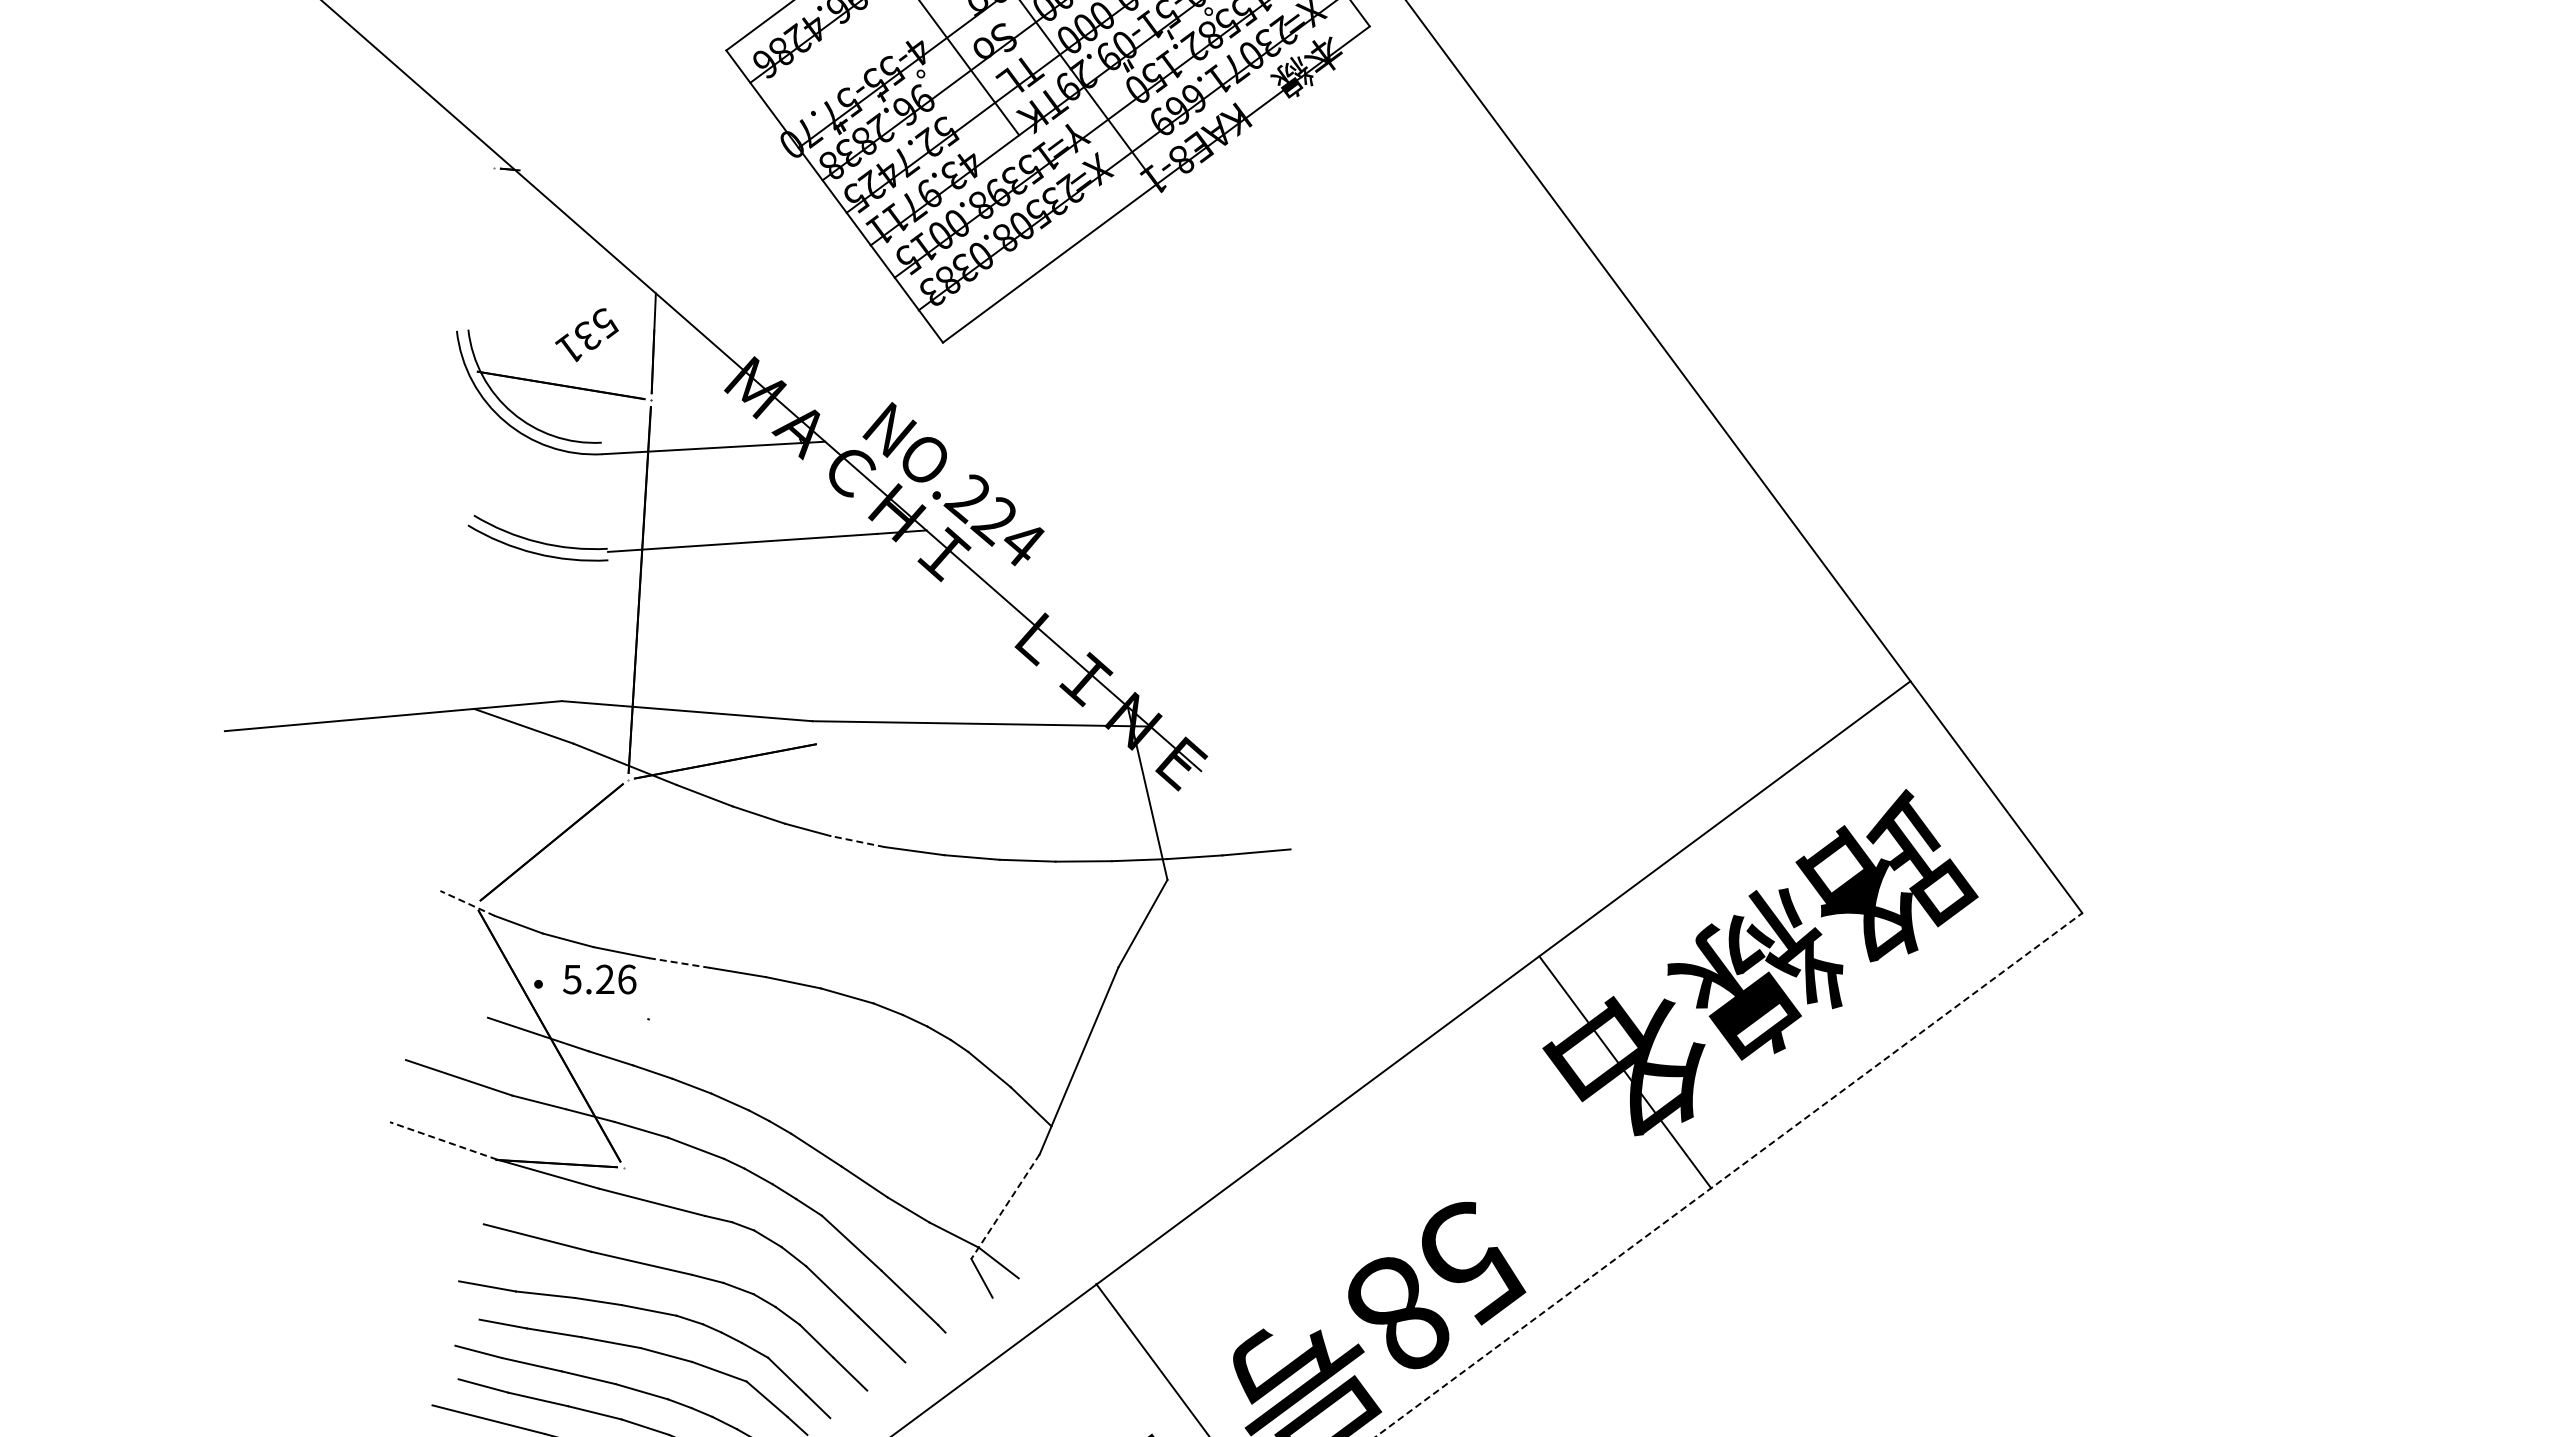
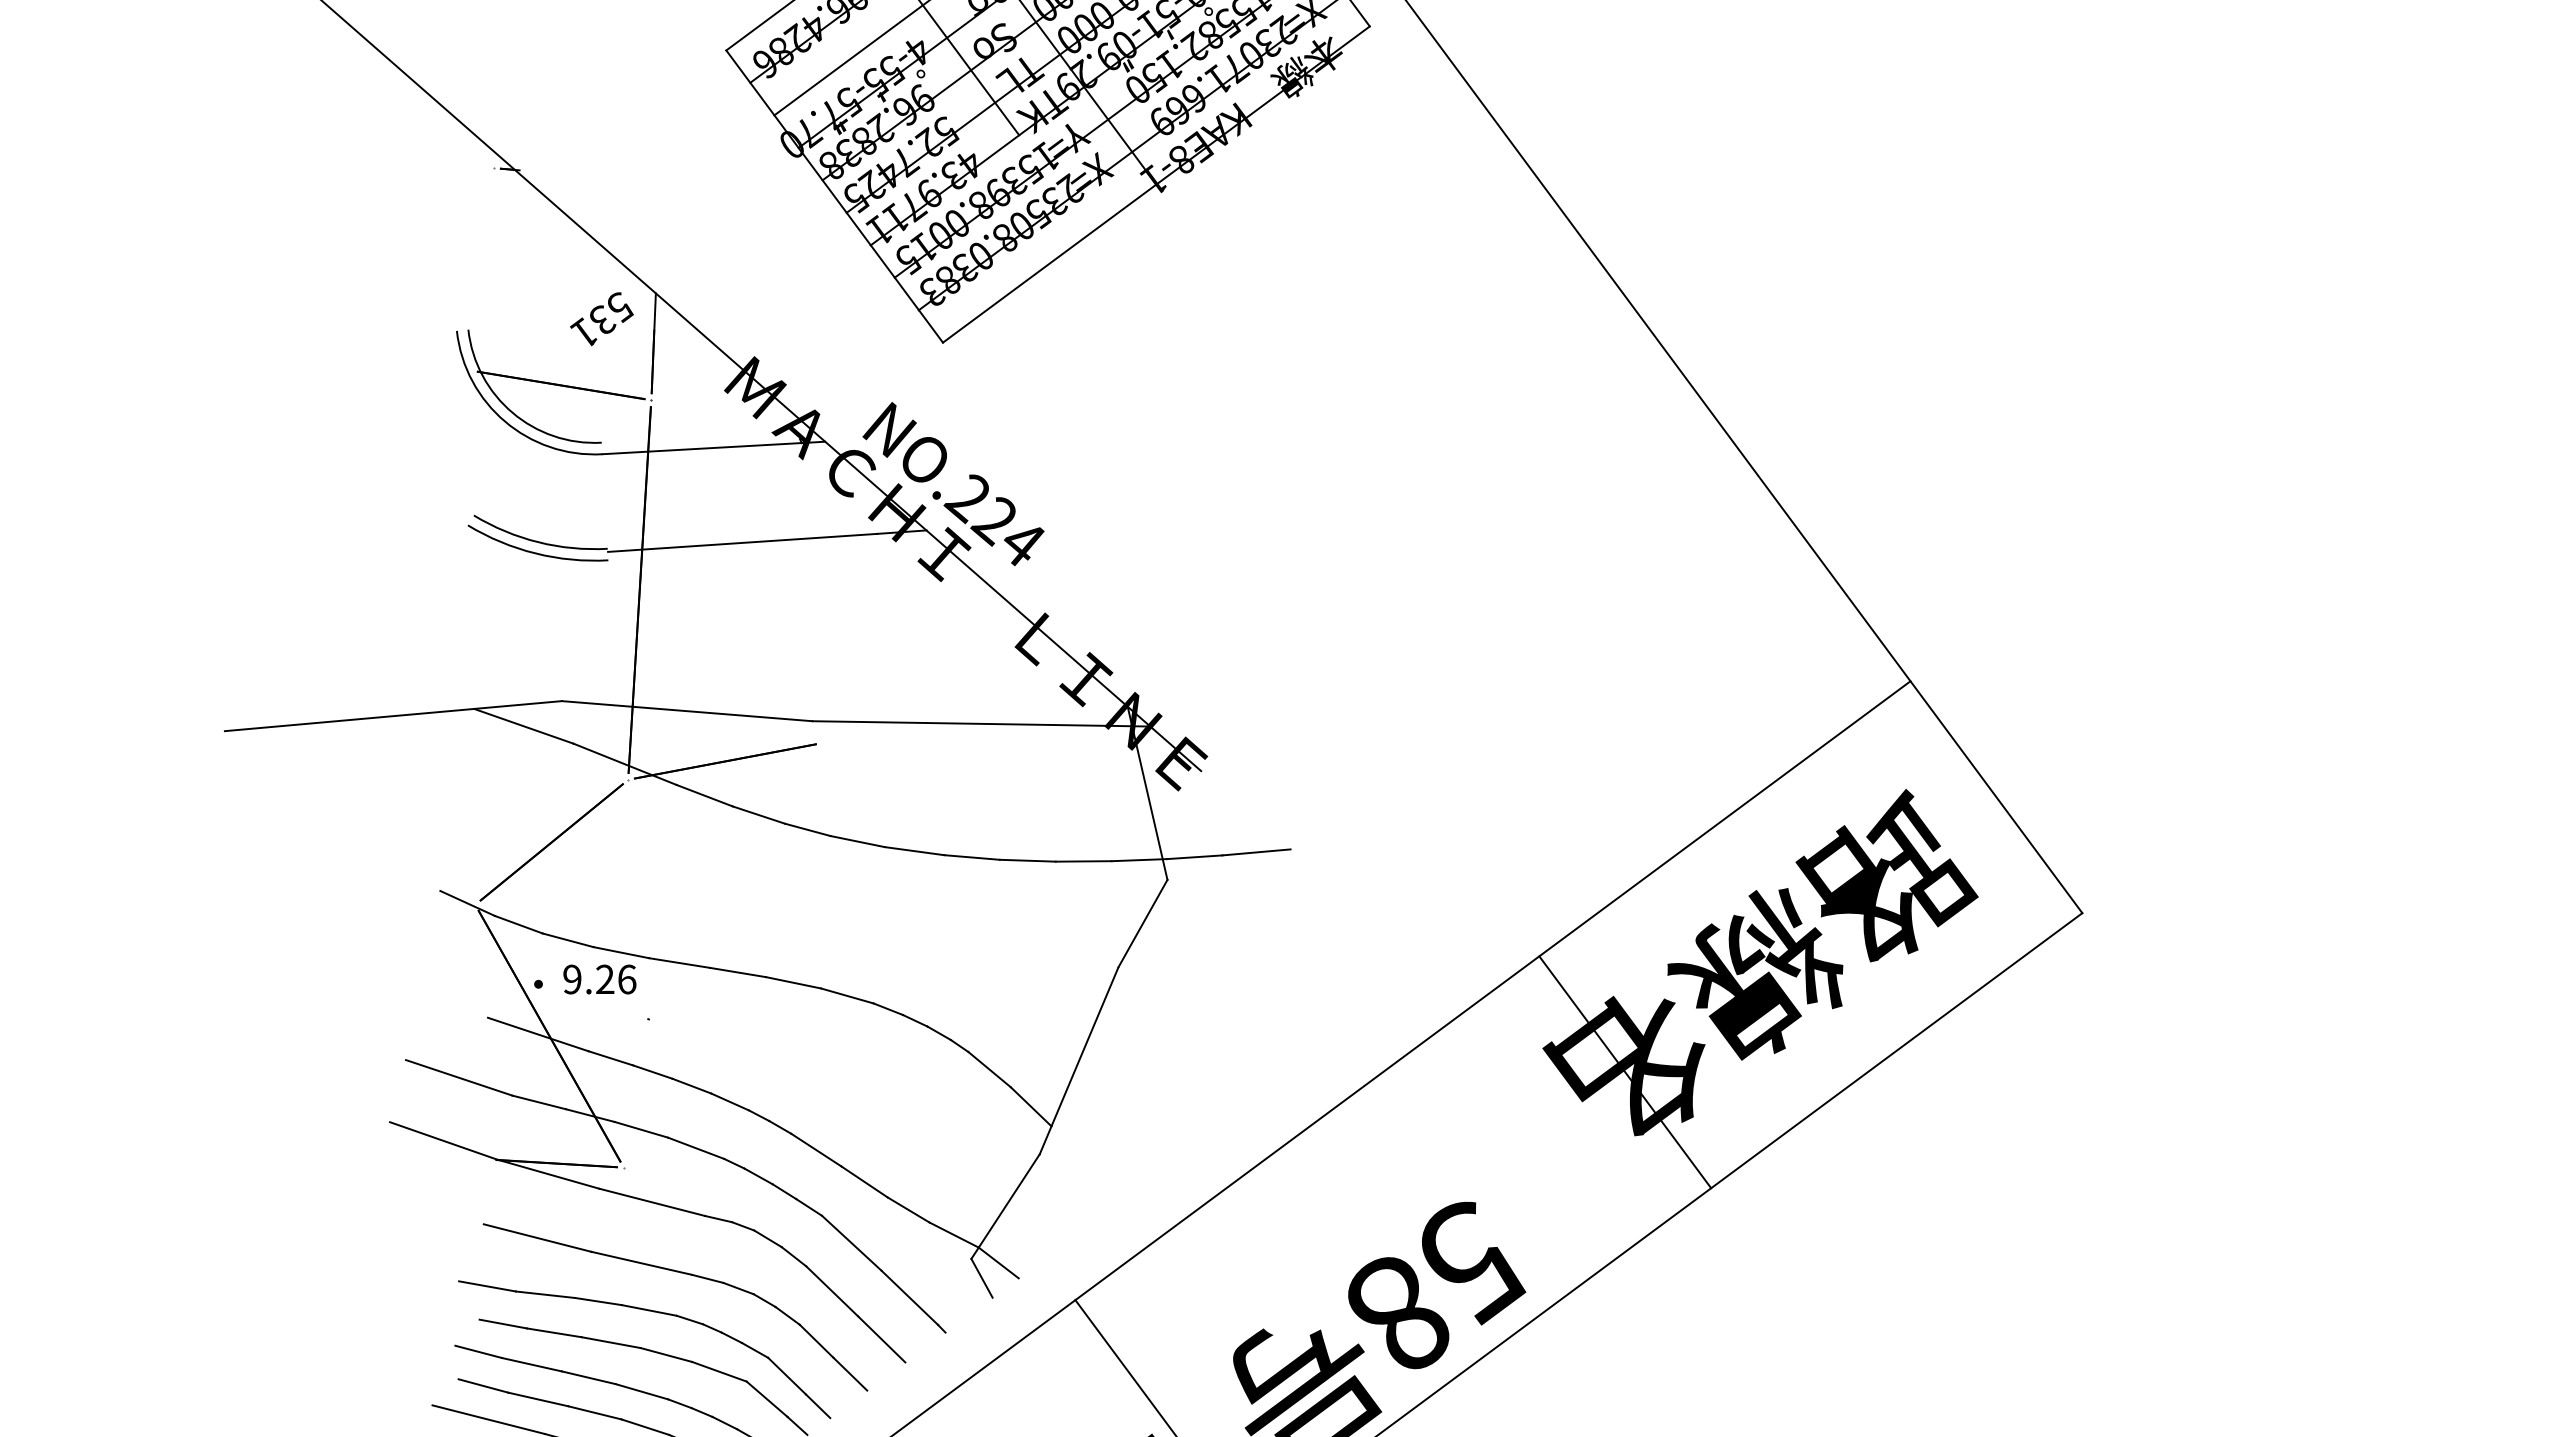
line at (850, 58): none -> present
text at (586, 335) position: (586, 335) -> (601, 319)
line at (857, 841): dashed -> solid
line at (467, 903): dashed -> solid
line at (679, 963): dashed -> solid
text at (572, 979): 5.26 -> 9.26
line at (443, 1140): dashed -> solid
line at (1729, 1174): dashed -> solid
line at (1005, 1207): dashed -> solid
line at (1151, 1358) position: (1151, 1358) -> (1124, 1366)
